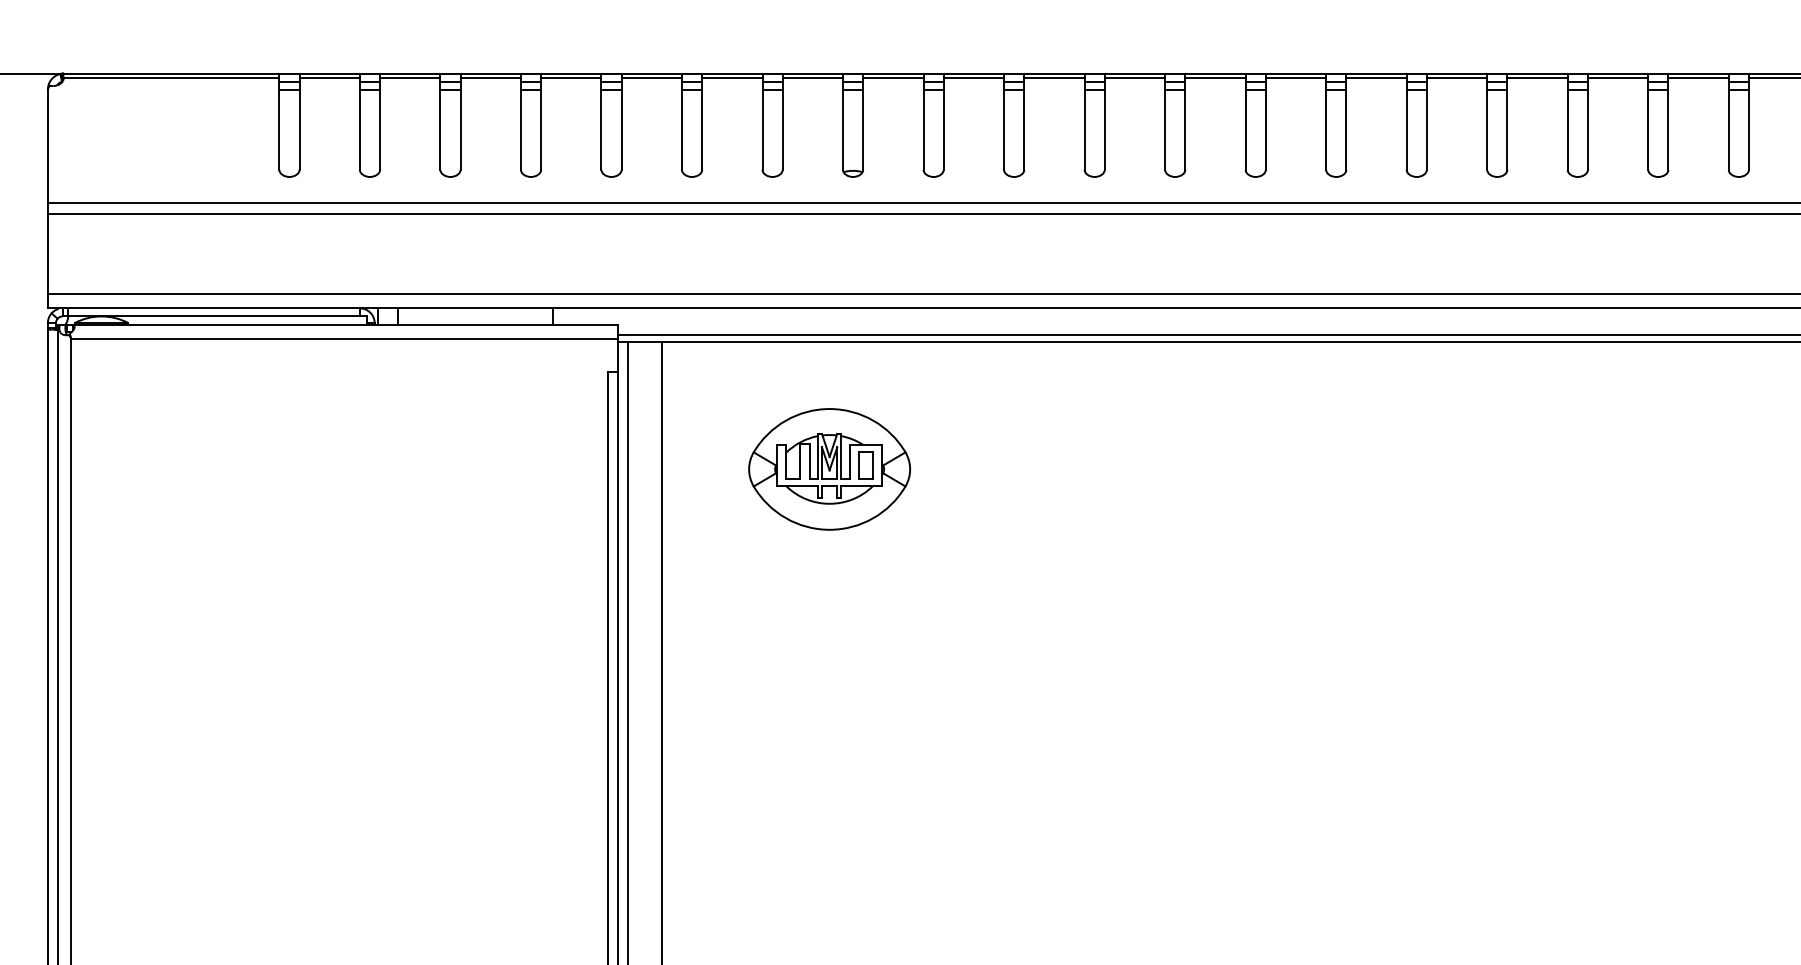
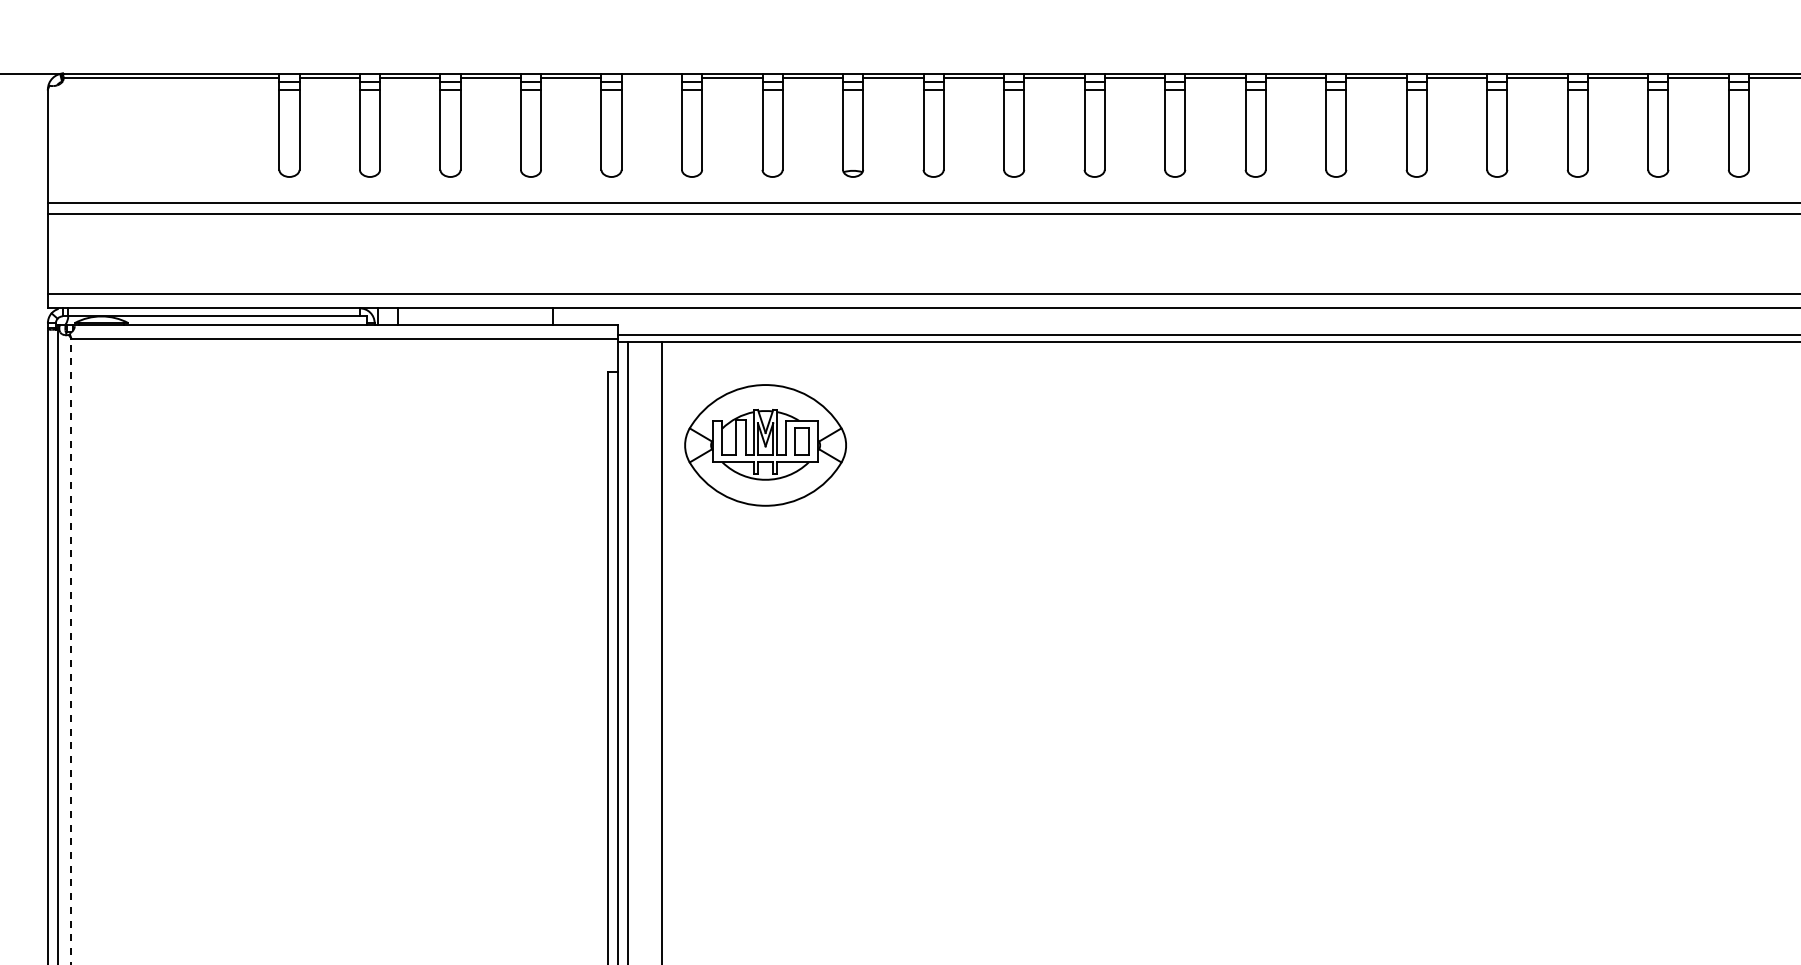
line at (651, 78): present -> none
part at (829, 469) position: (829, 469) -> (765, 445)
line at (71, 651): solid -> dashed
